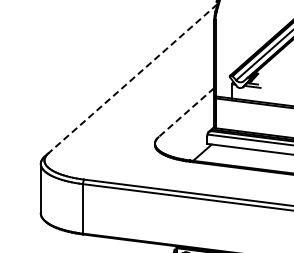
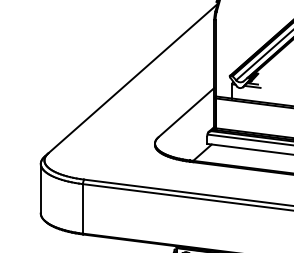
line at (132, 78): dashed -> solid
line at (186, 113): dashed -> solid
